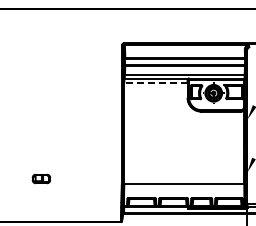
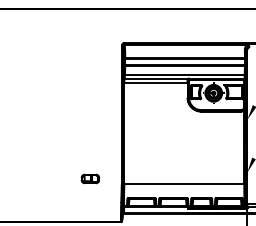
line at (155, 83): dashed -> solid
part at (41, 178) position: (41, 178) -> (90, 178)
